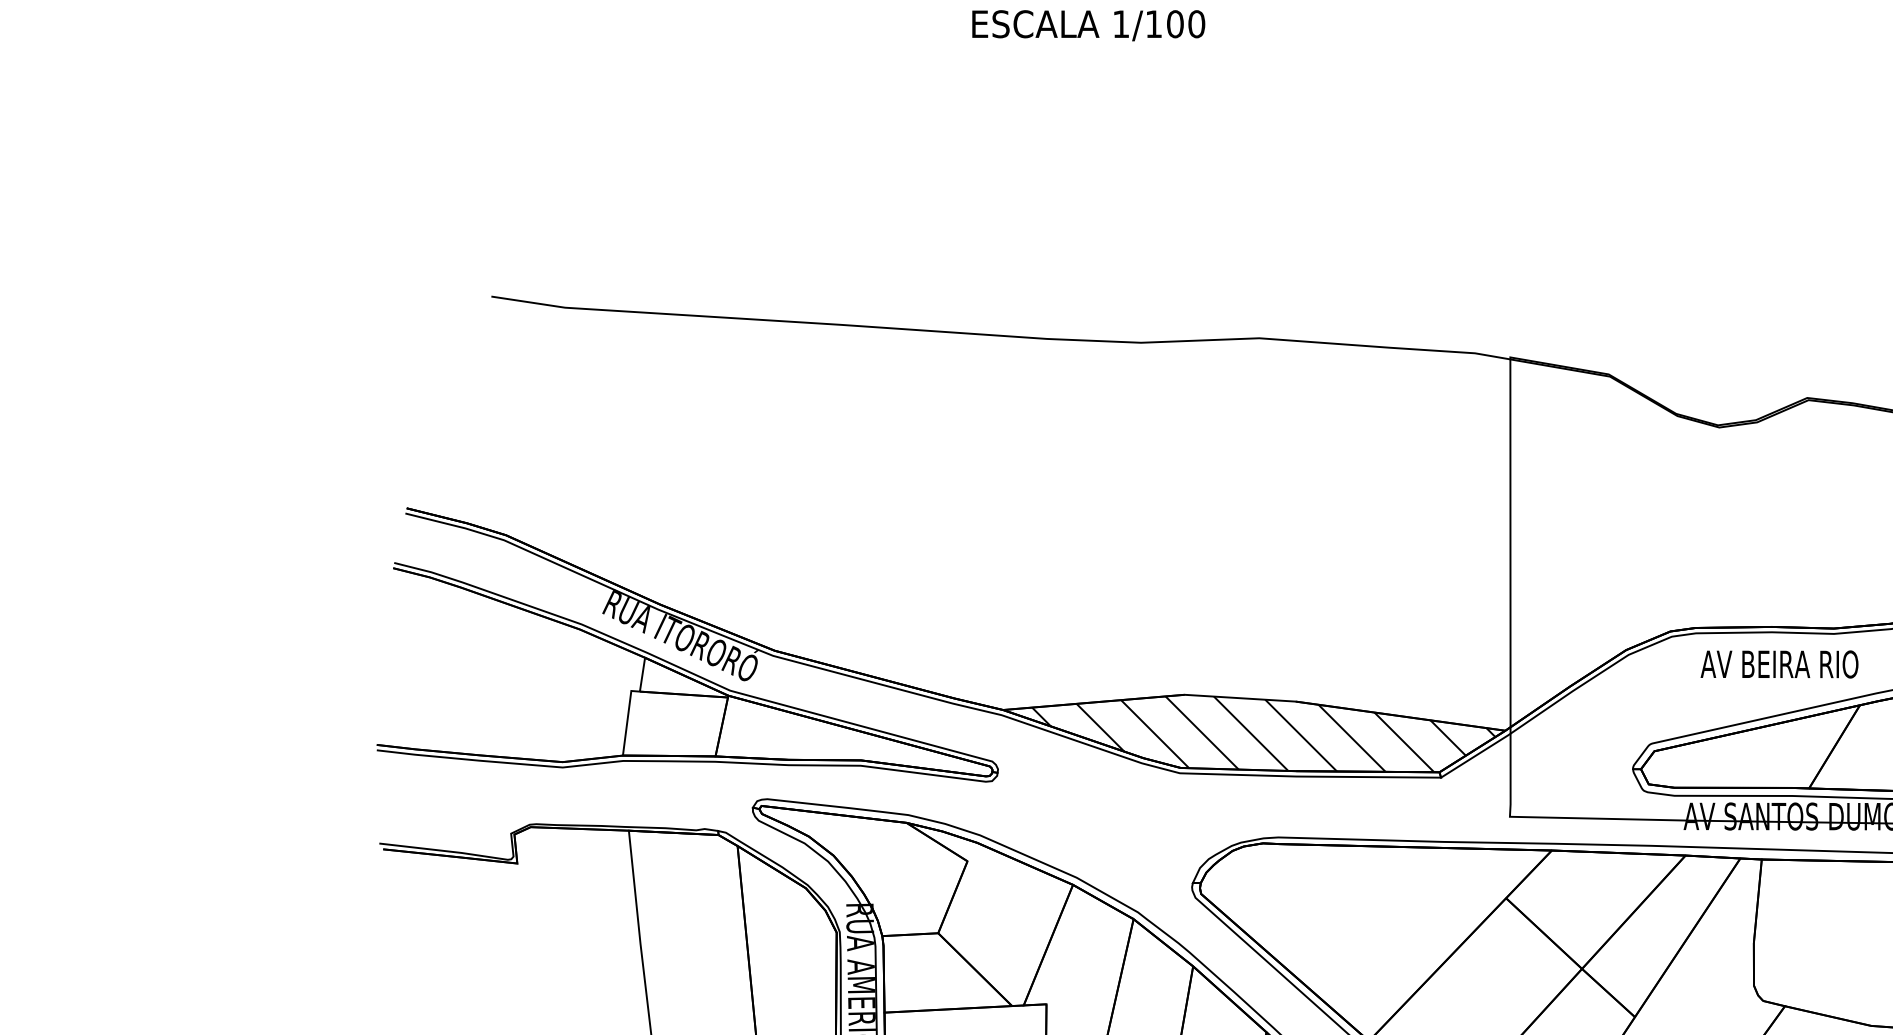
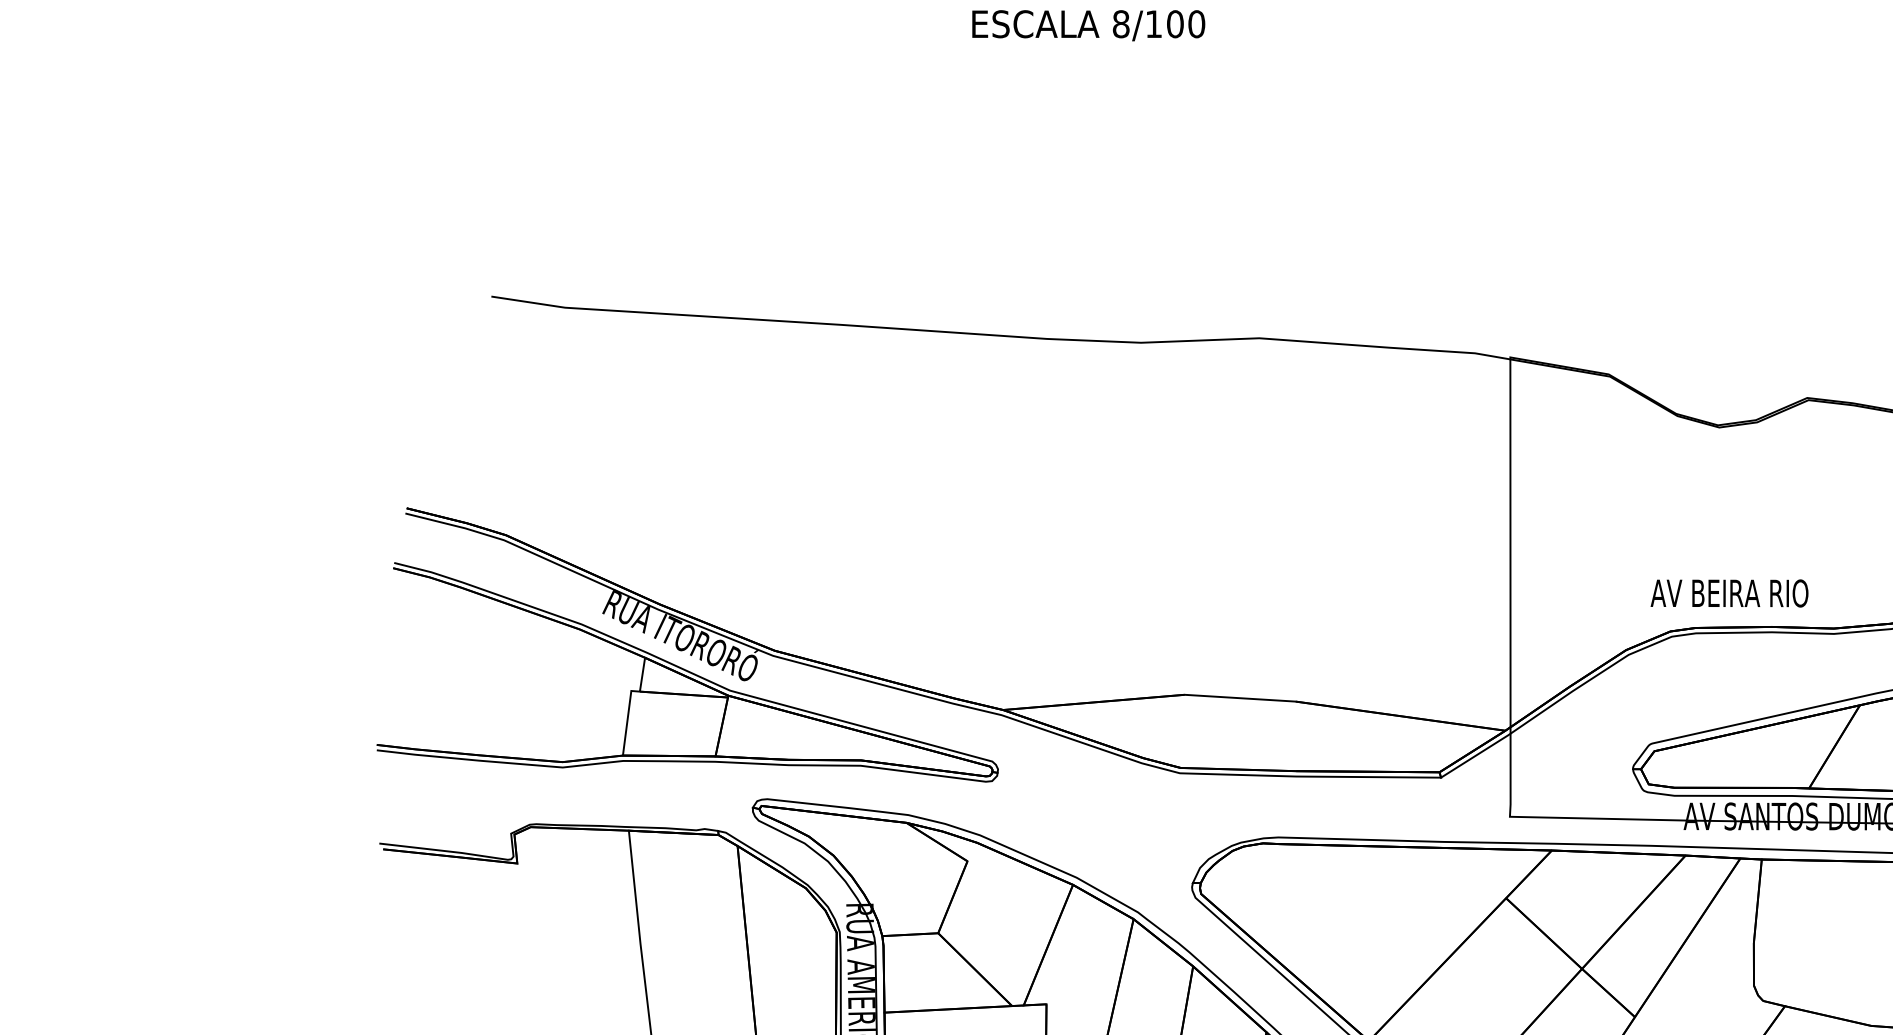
text at (1120, 24): 1/100 -> 8/100
text at (1779, 664) position: (1779, 664) -> (1729, 593)
hatch at (1263, 734): present -> none
